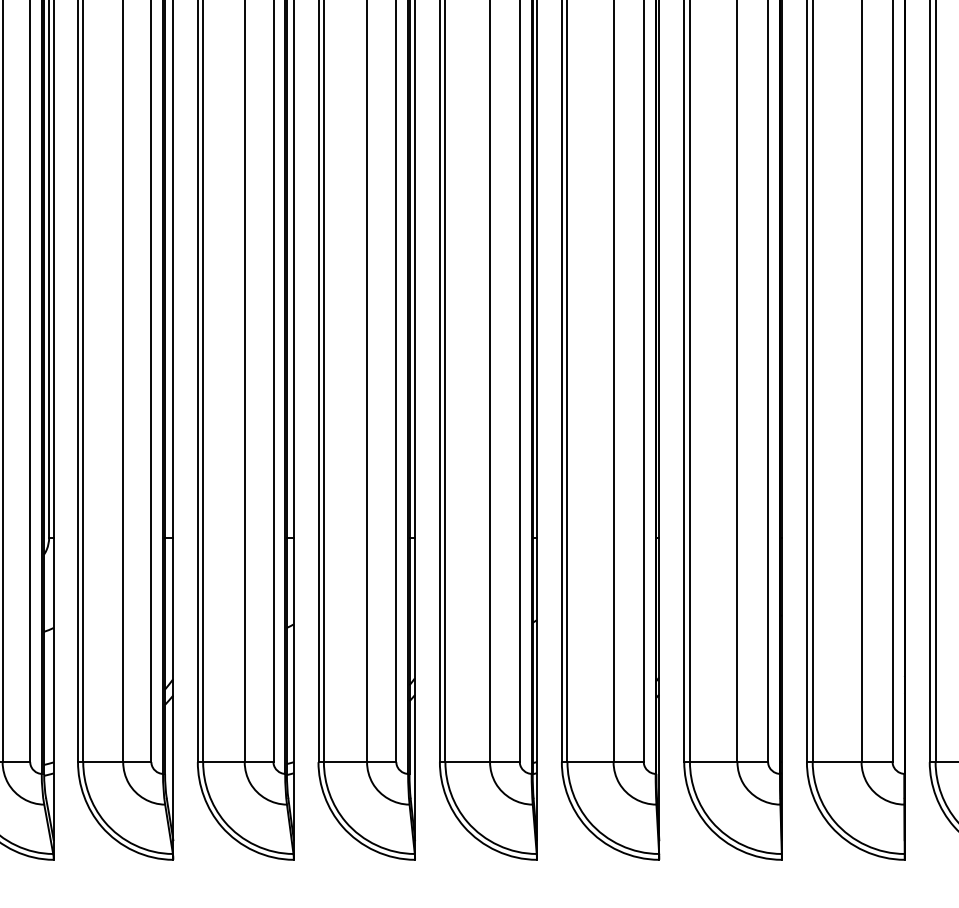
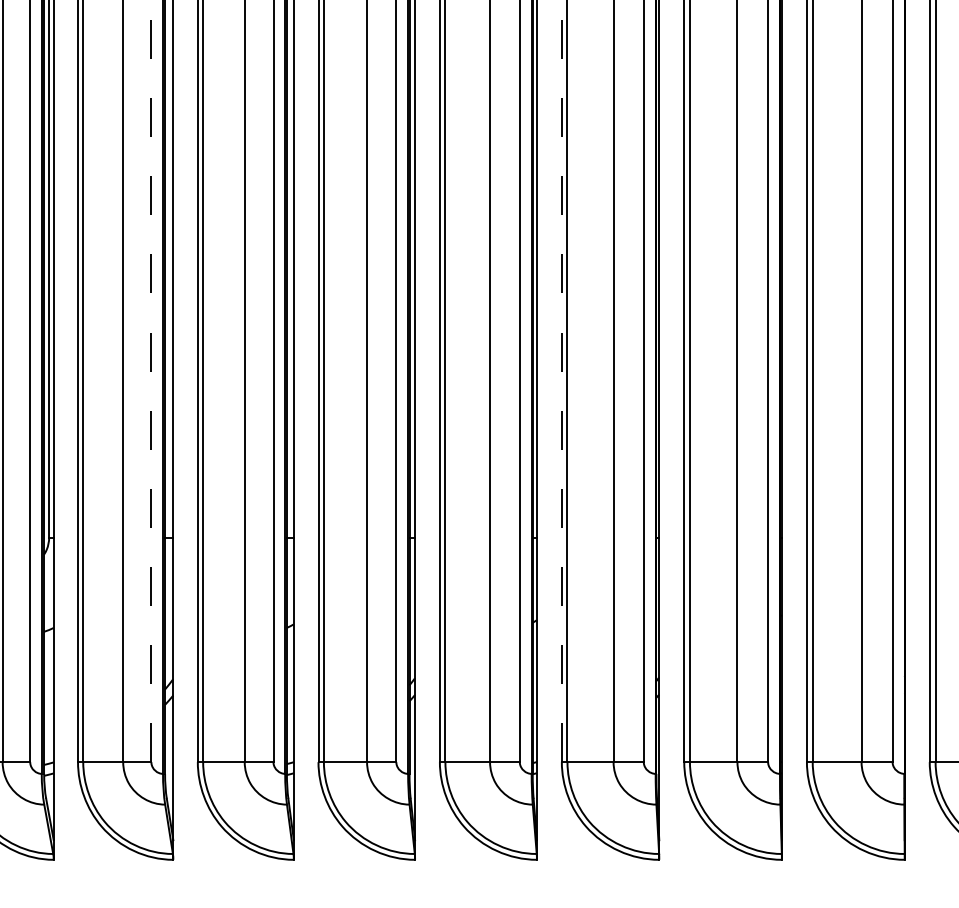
line at (151, 381): solid -> dashed
line at (561, 381): solid -> dashed
